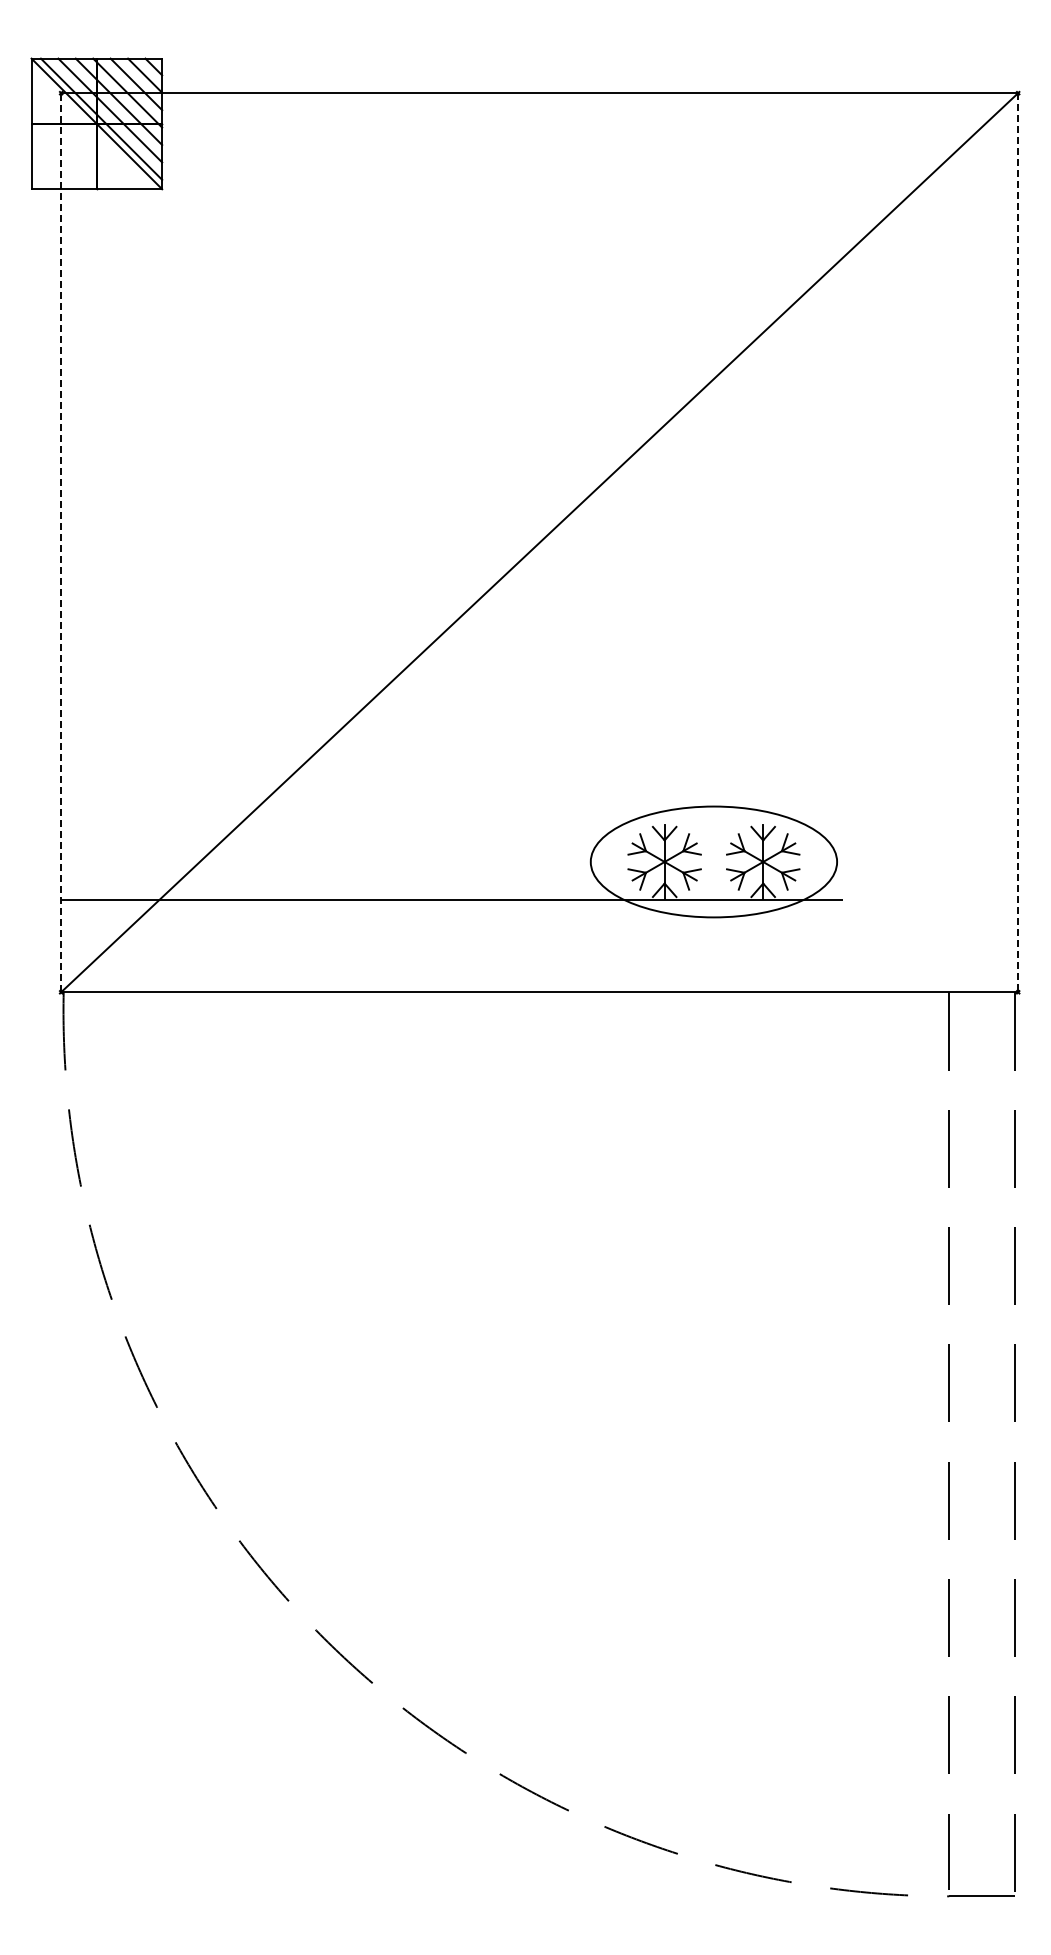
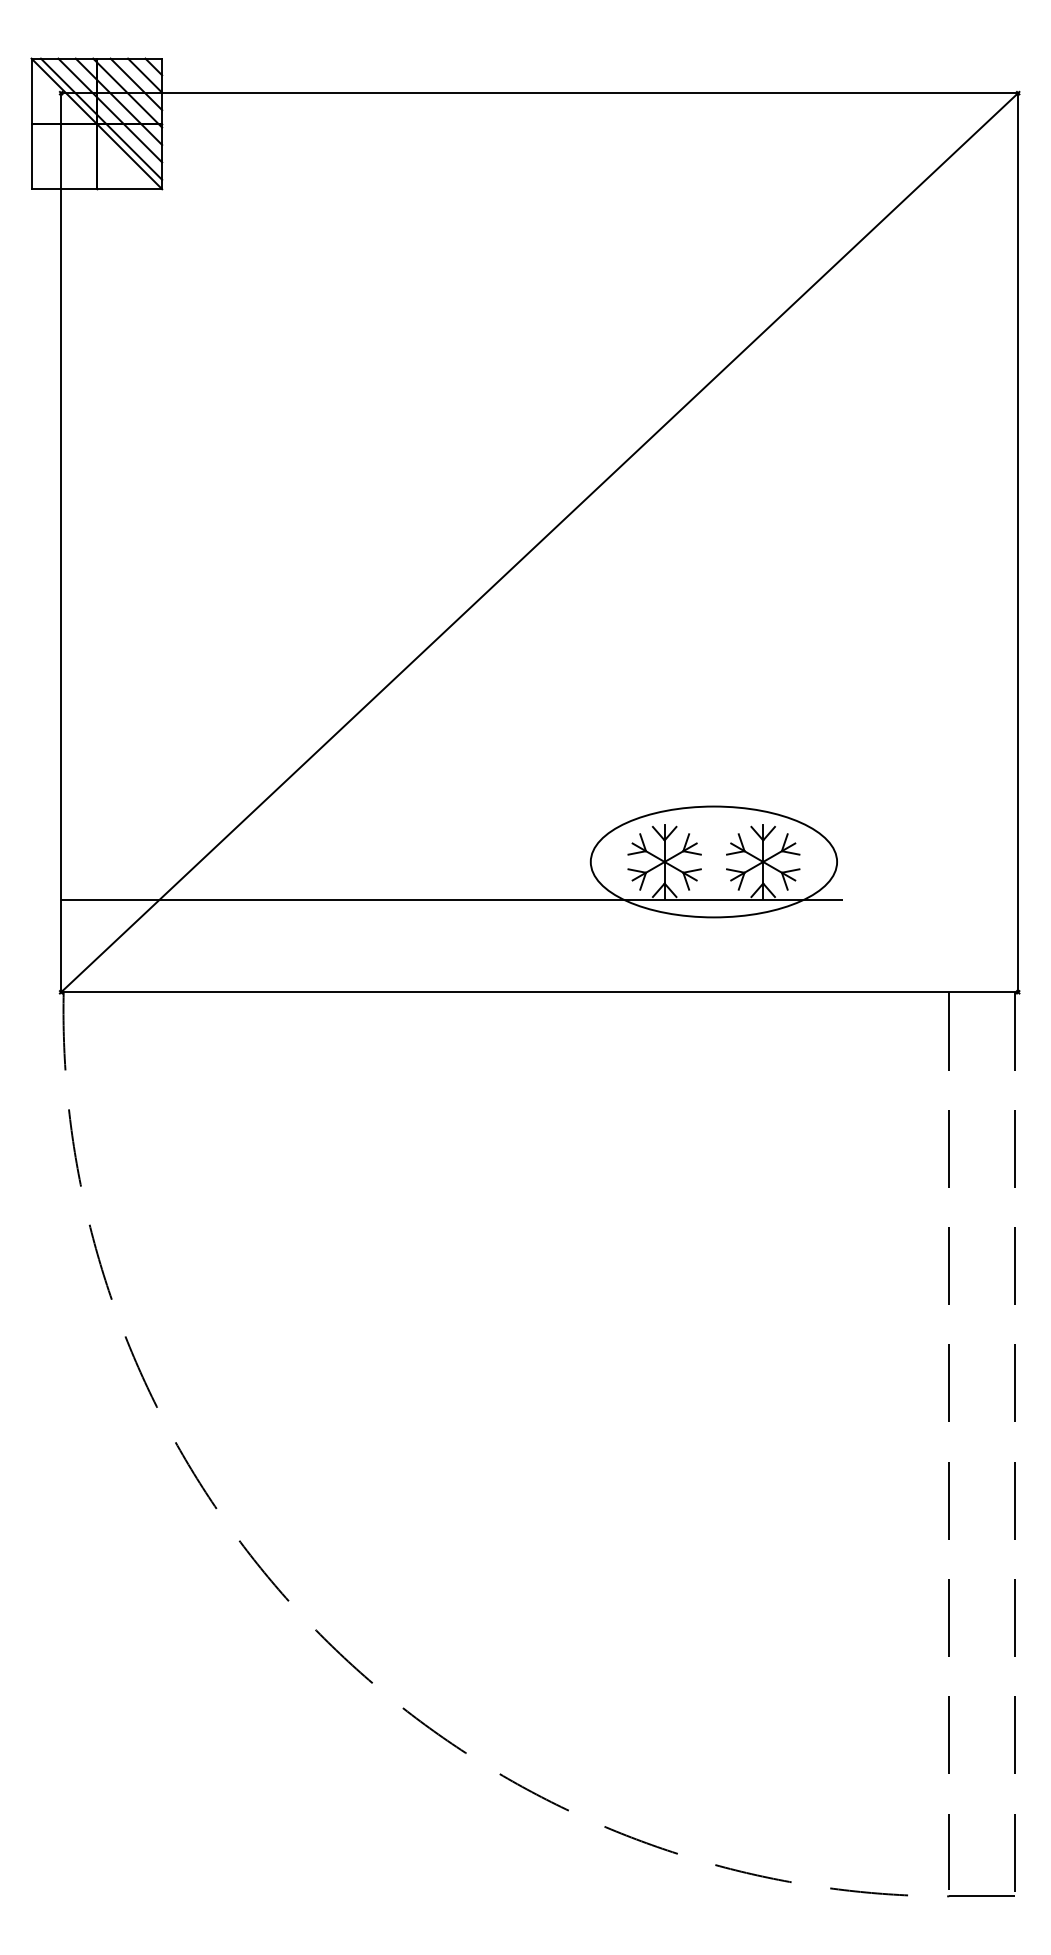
line at (61, 542): dashed -> solid
line at (1018, 542): dashed -> solid
